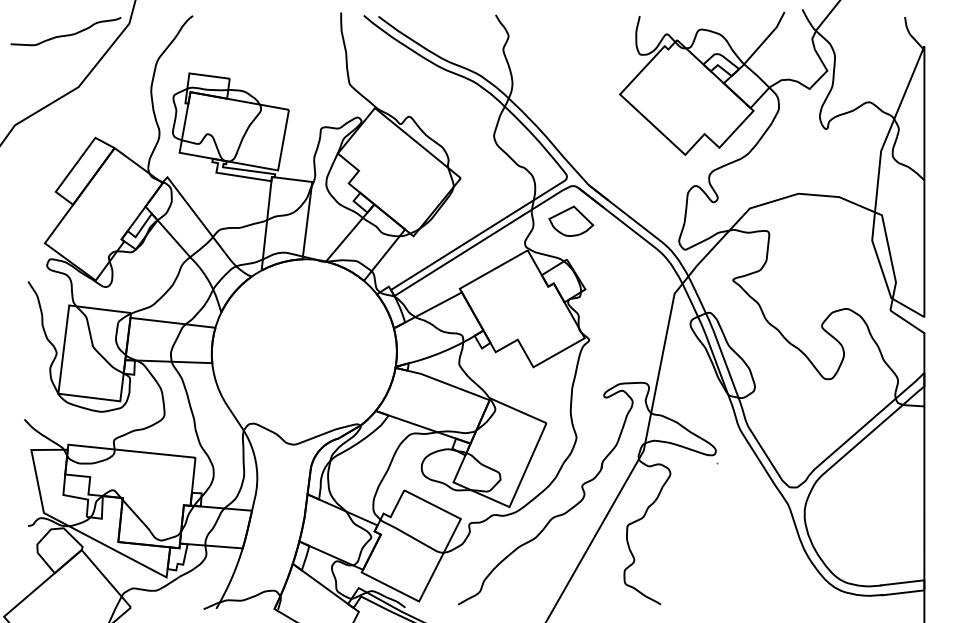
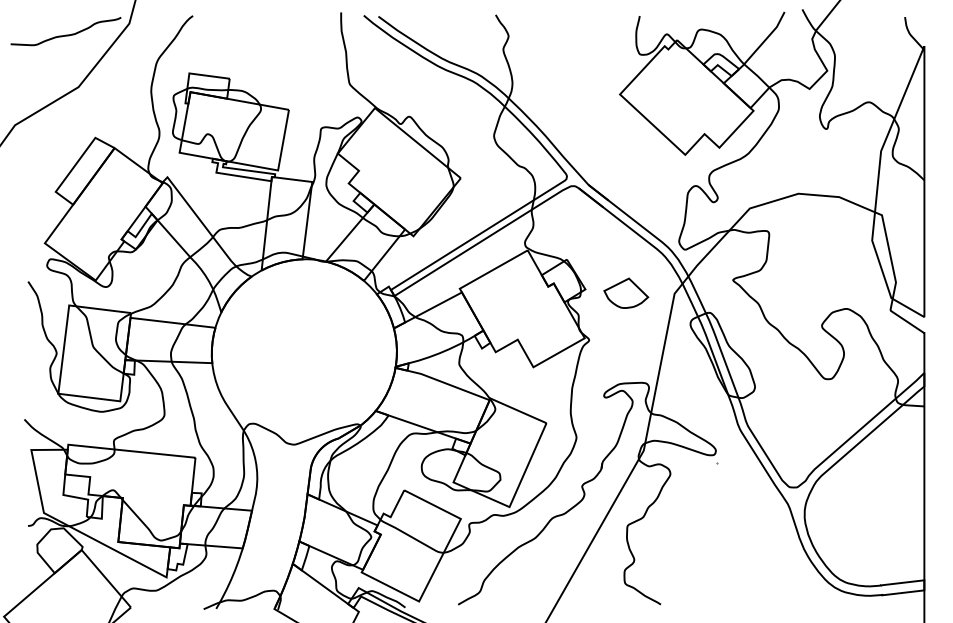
part at (571, 220) position: (571, 220) -> (626, 292)
